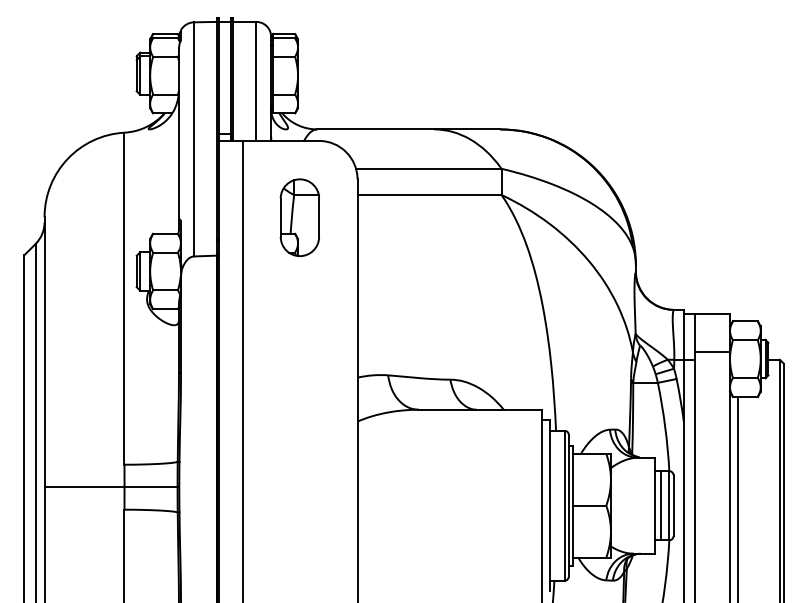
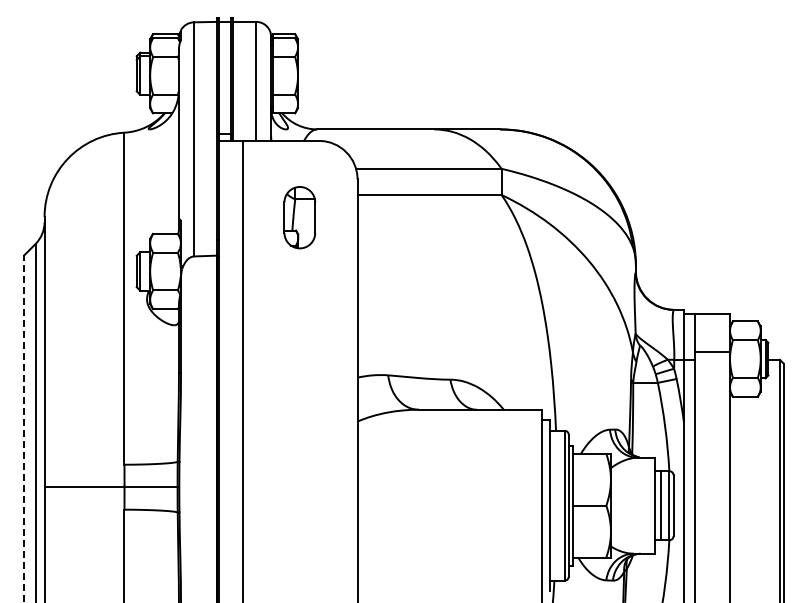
part at (299, 217) size: 41x79 px -> 34x64 px
line at (24, 428): solid -> dashed
line at (737, 497): present -> none
